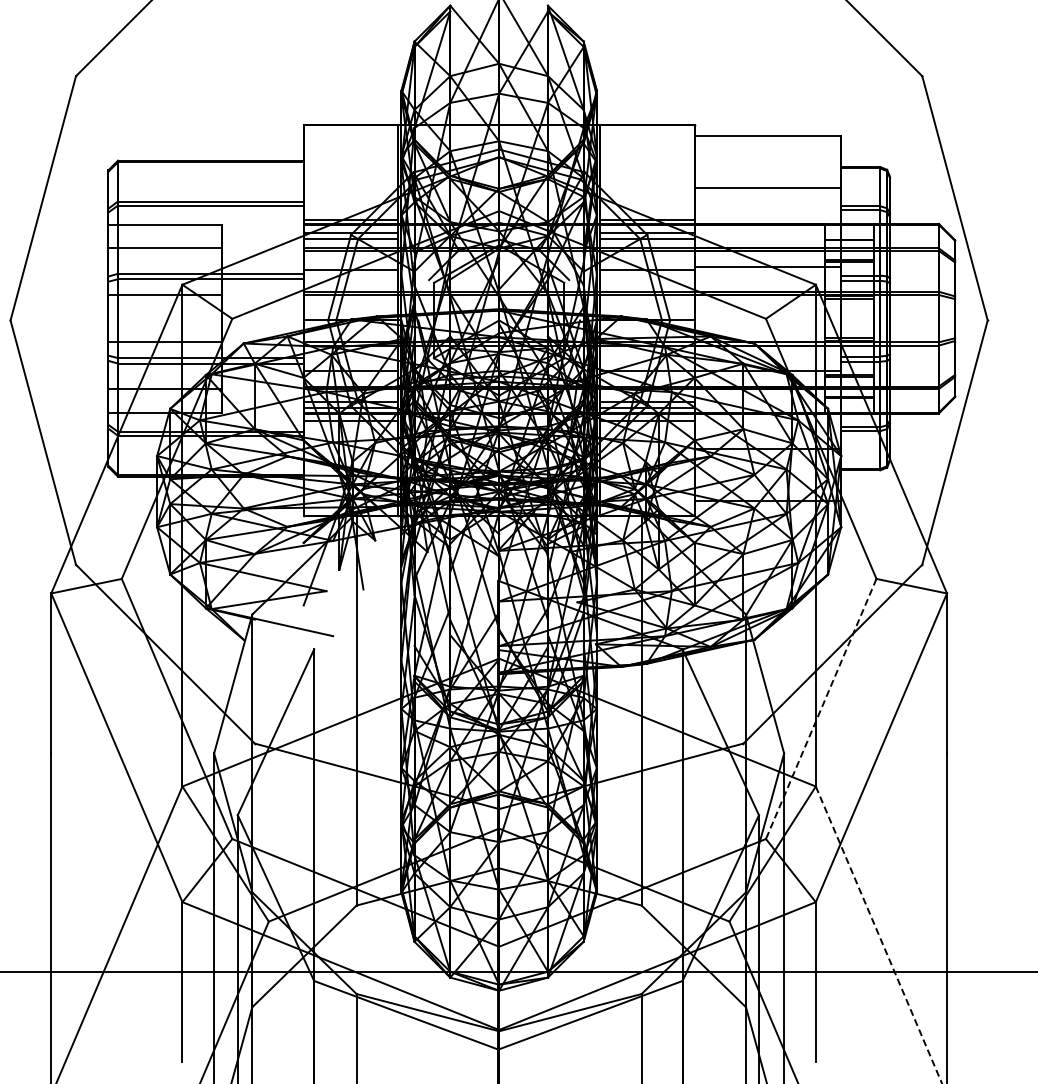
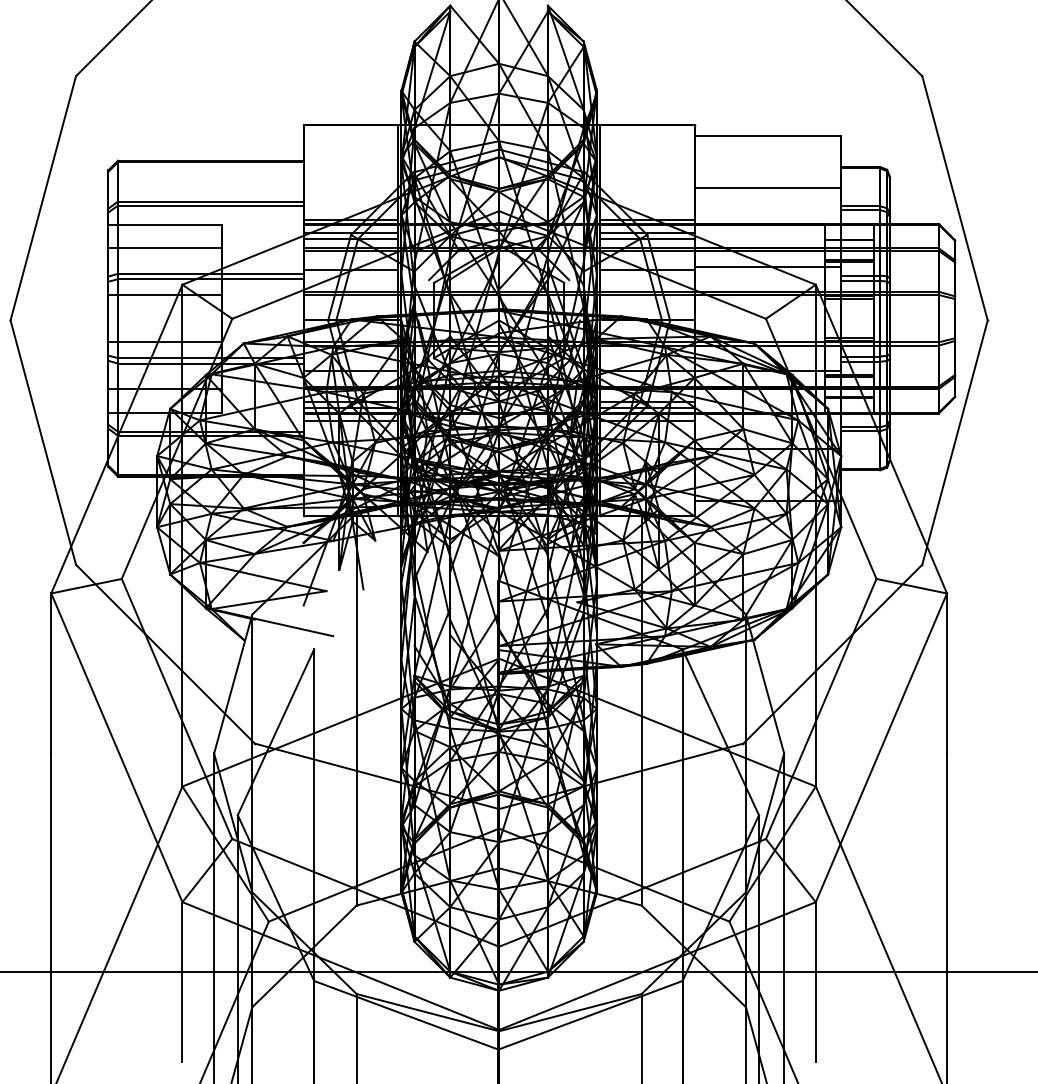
line at (821, 709): dashed -> solid
line at (879, 935): dashed -> solid
